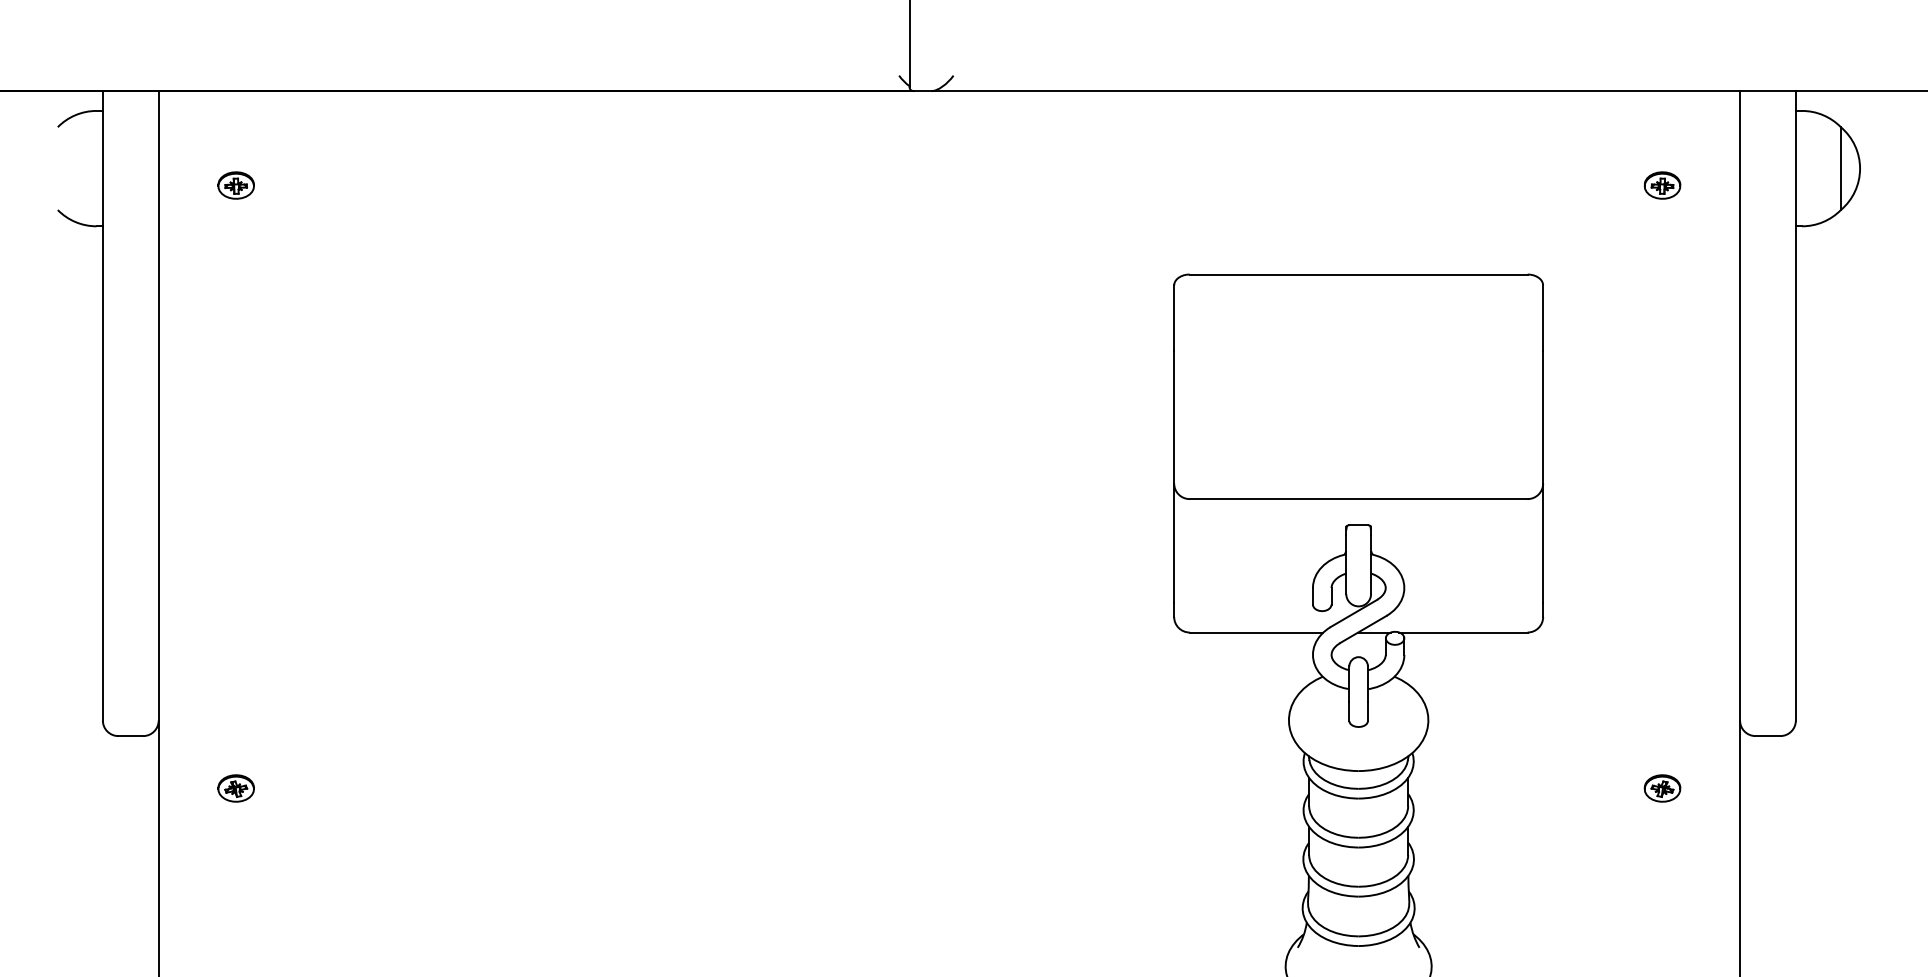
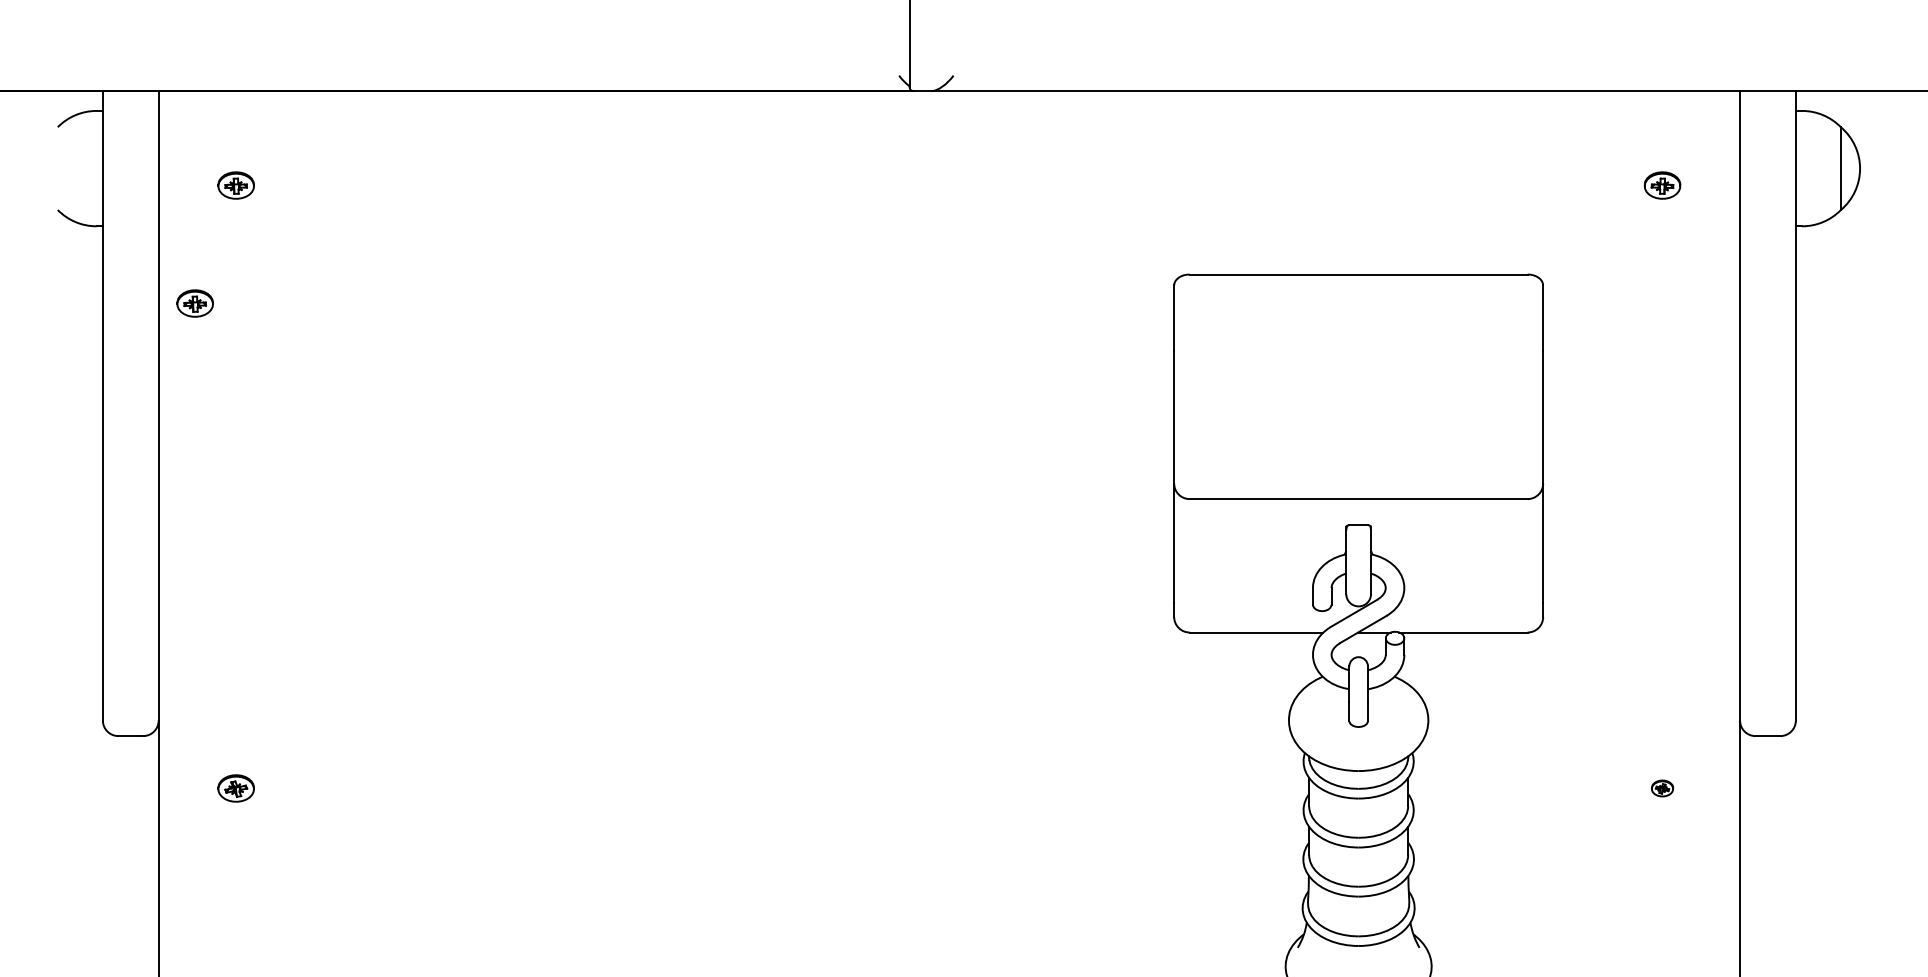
part at (194, 303): none -> present
part at (1662, 788) size: 39x29 px -> 24x19 px
